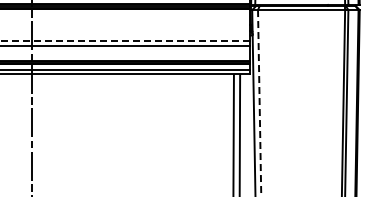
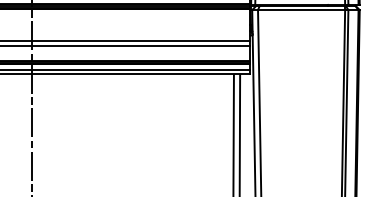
line at (124, 41): dashed -> solid
line at (259, 103): dashed -> solid
